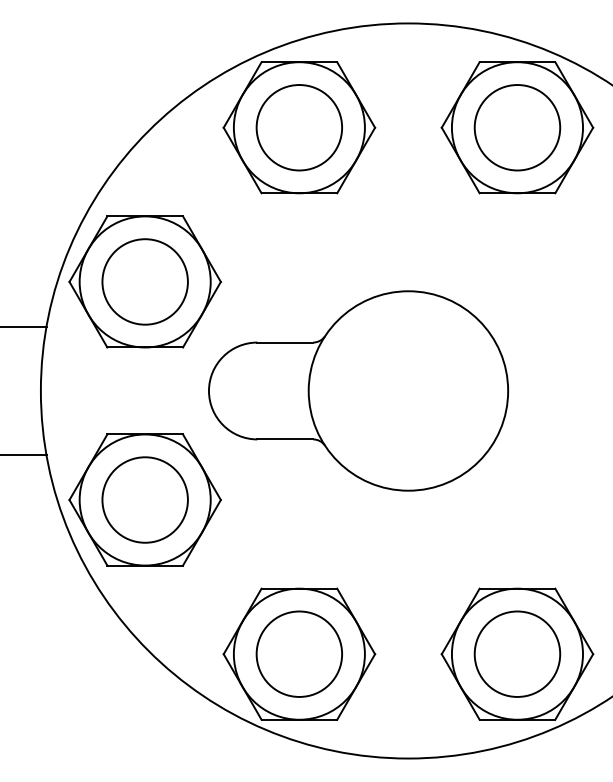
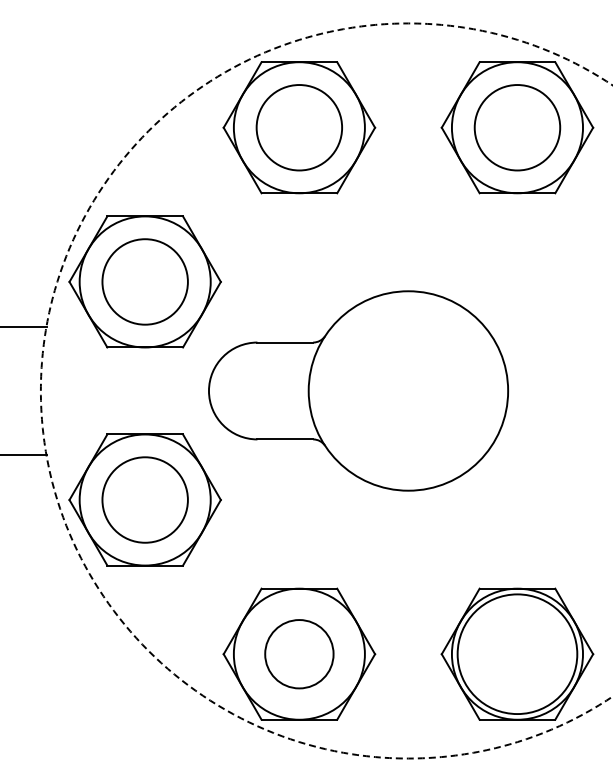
circle at (326, 390): solid -> dashed
circle at (299, 653) diameter: 85 px -> 68 px
circle at (517, 653) diameter: 85 px -> 120 px
